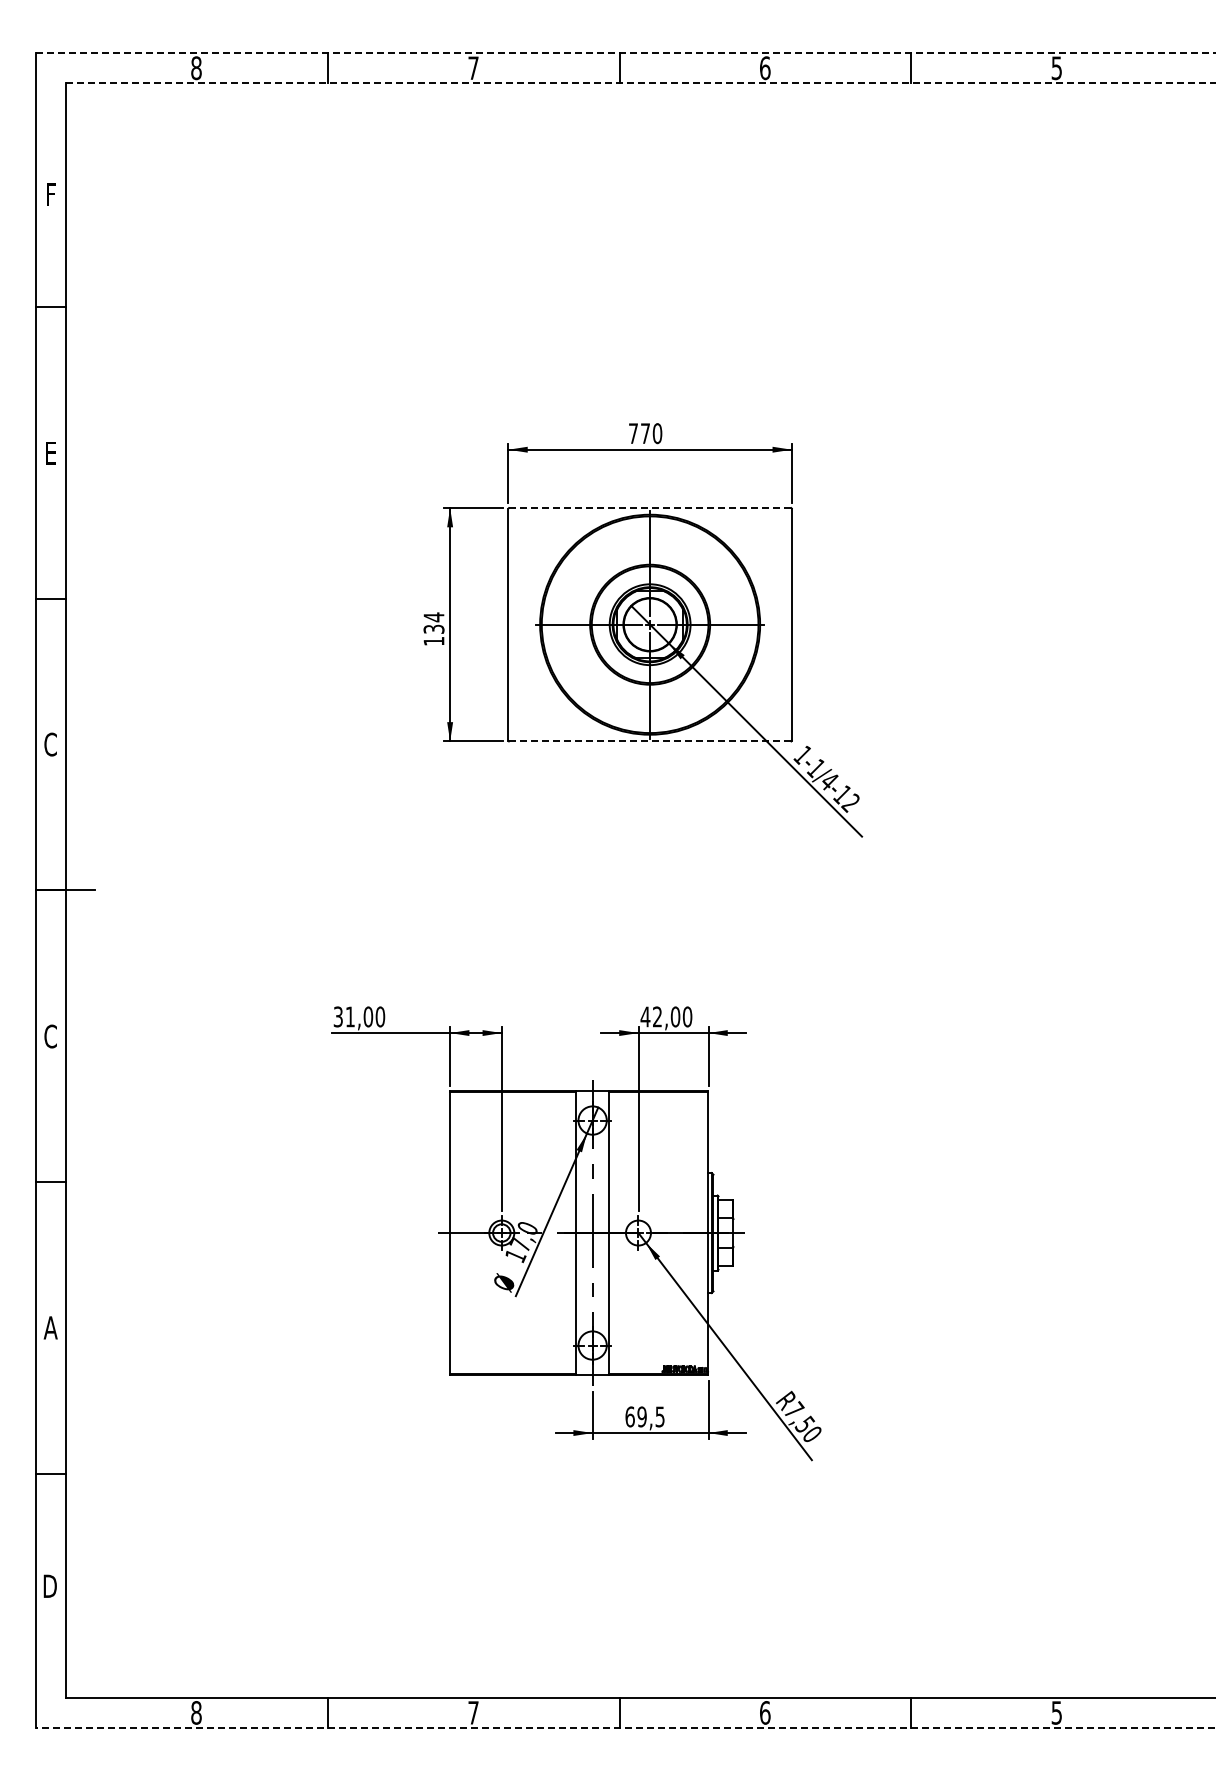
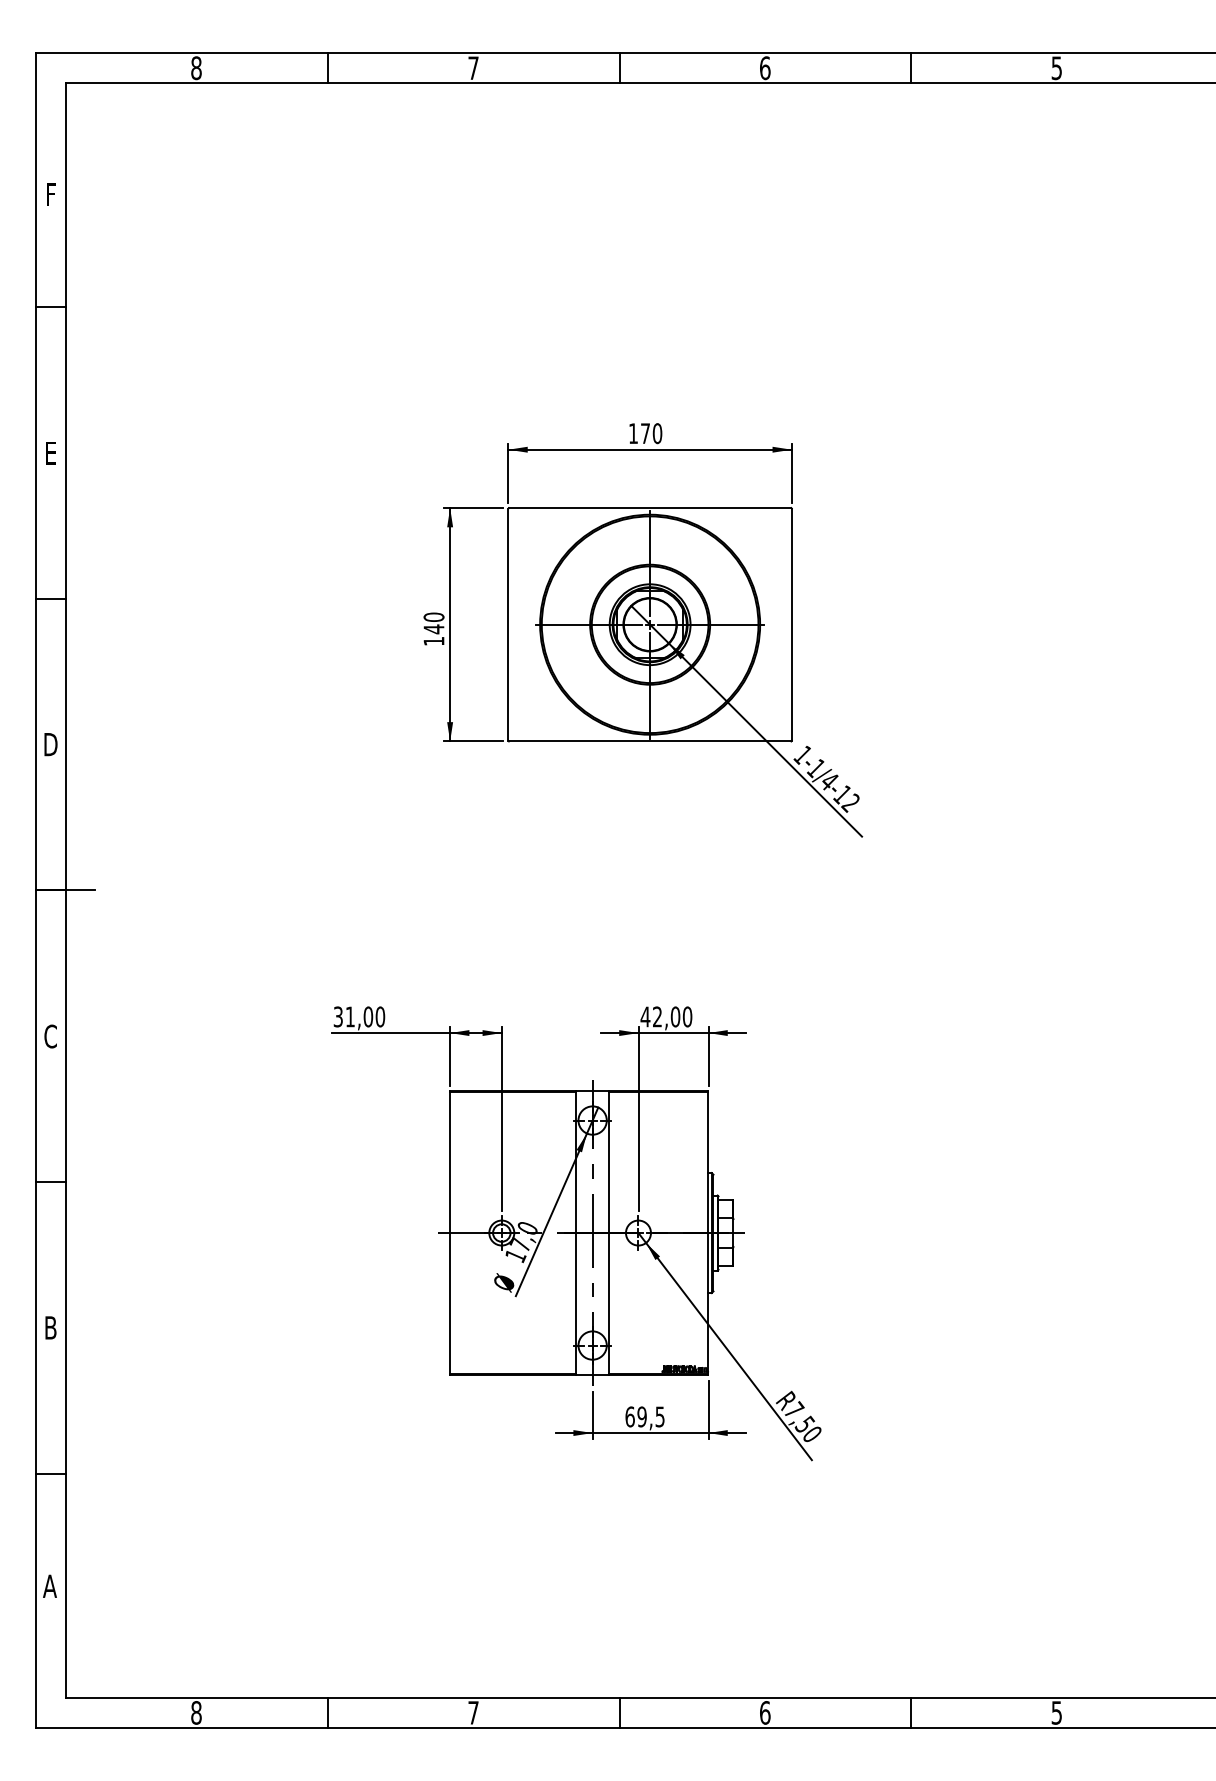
line at (626, 53): dashed -> solid
line at (640, 82): dashed -> solid
text at (633, 433): 770 -> 170
line at (650, 508): dashed -> solid
text at (433, 623): 134 -> 140
line at (649, 741): dashed -> solid
text at (50, 744): C -> D
text at (50, 1327): A -> B
text at (49, 1585): D -> A
line at (626, 1727): dashed -> solid
